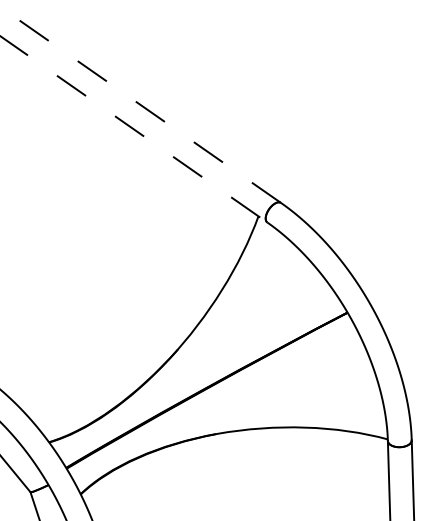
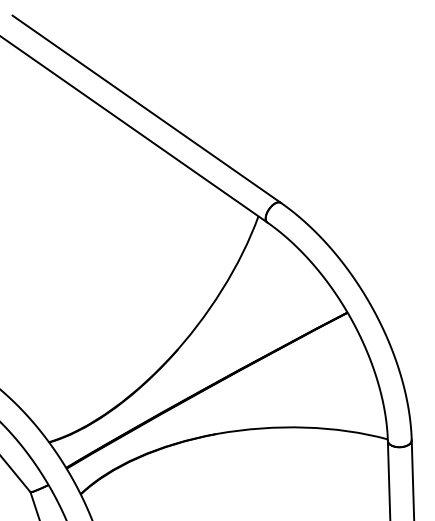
line at (146, 109): dashed -> solid
line at (133, 129): dashed -> solid
